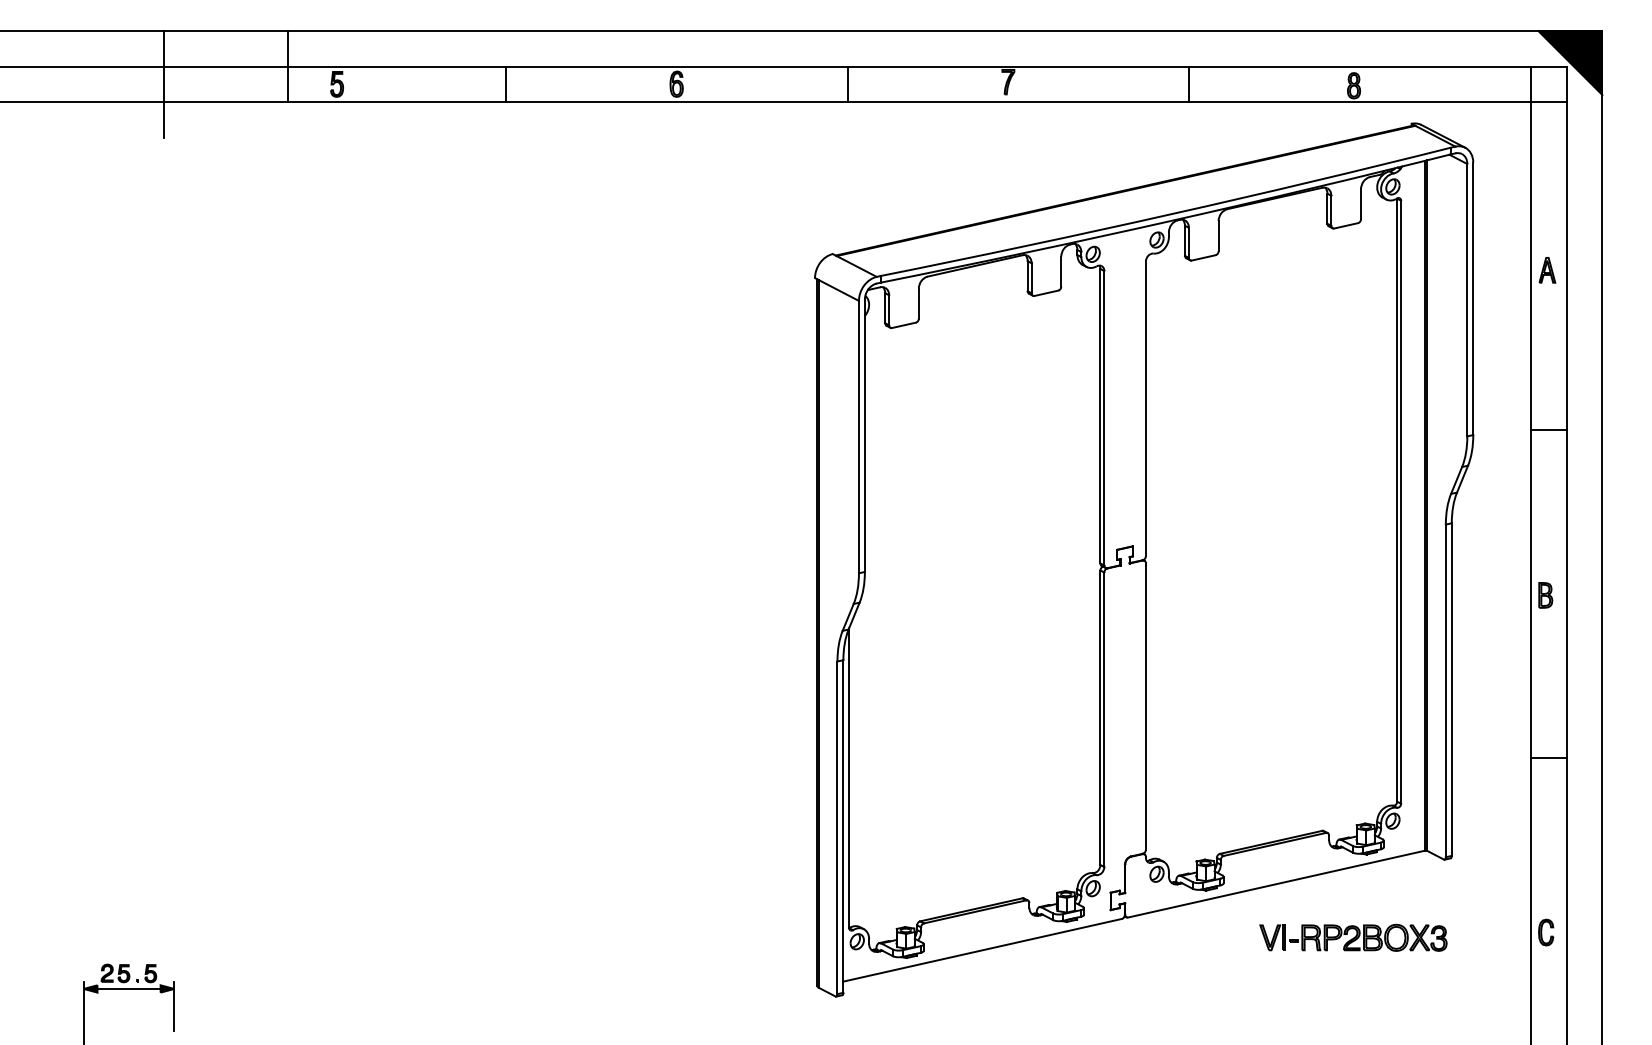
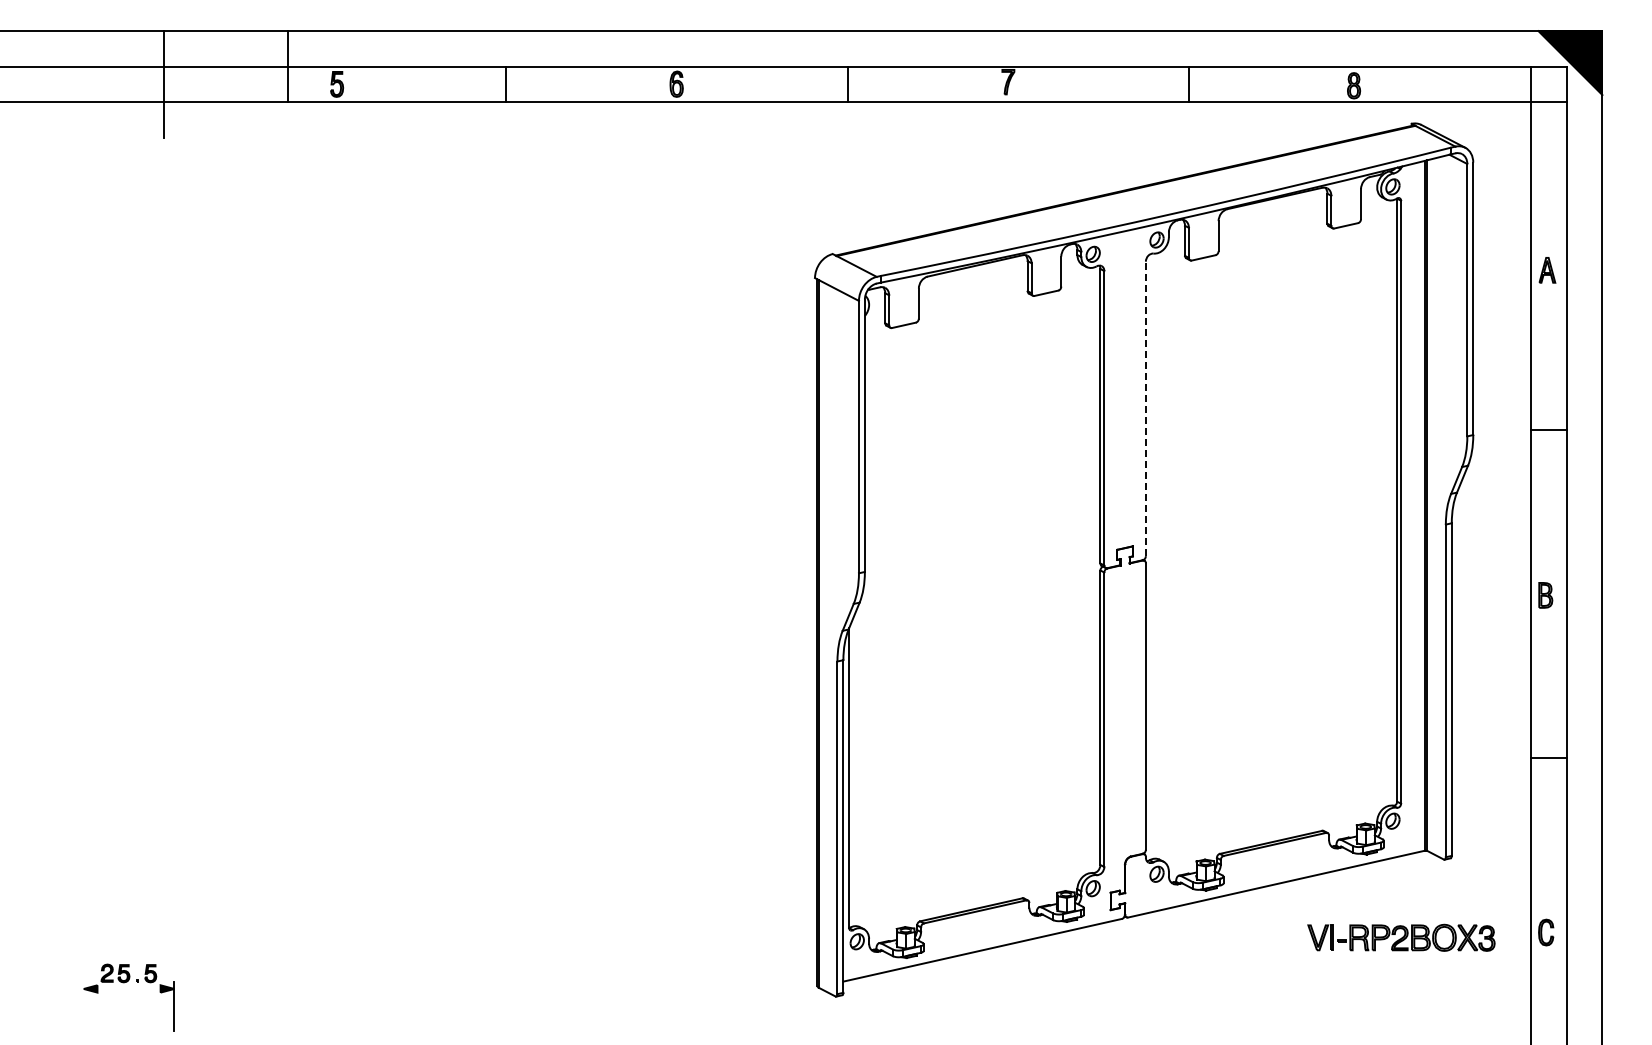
line at (1145, 408): solid -> dashed
part at (1353, 937) position: (1353, 937) -> (1401, 937)
line at (128, 988): present -> none
line at (83, 1011): present -> none
